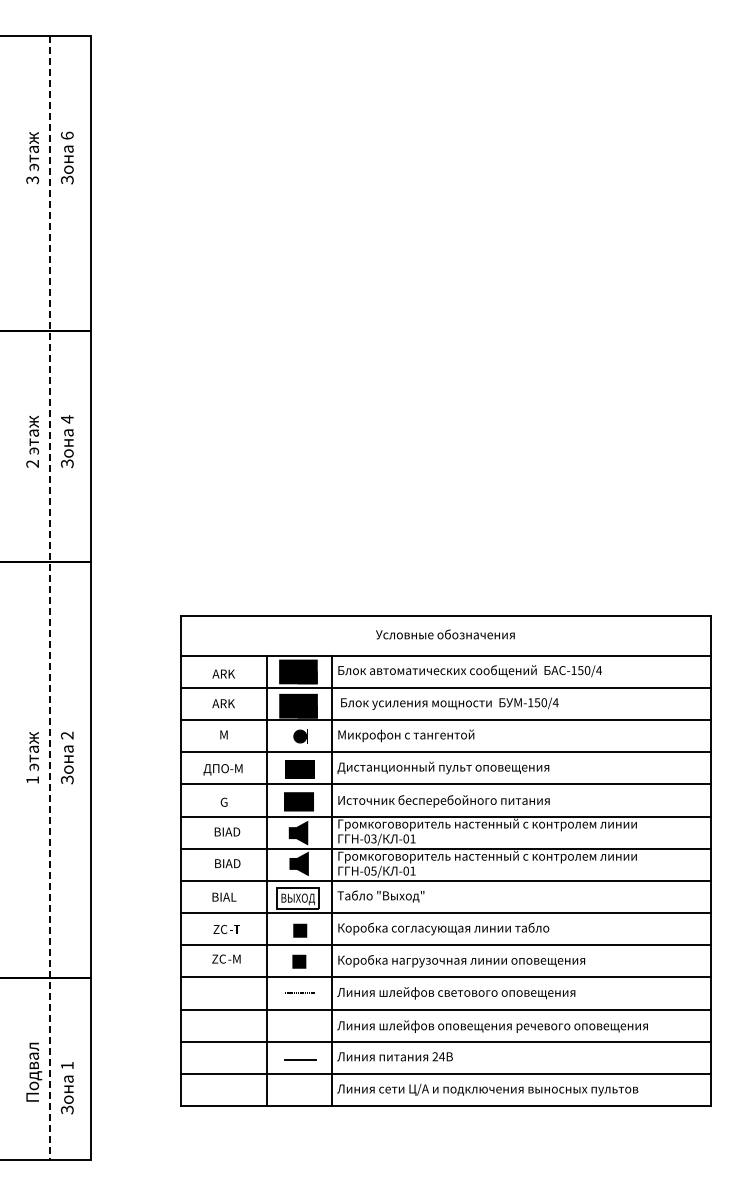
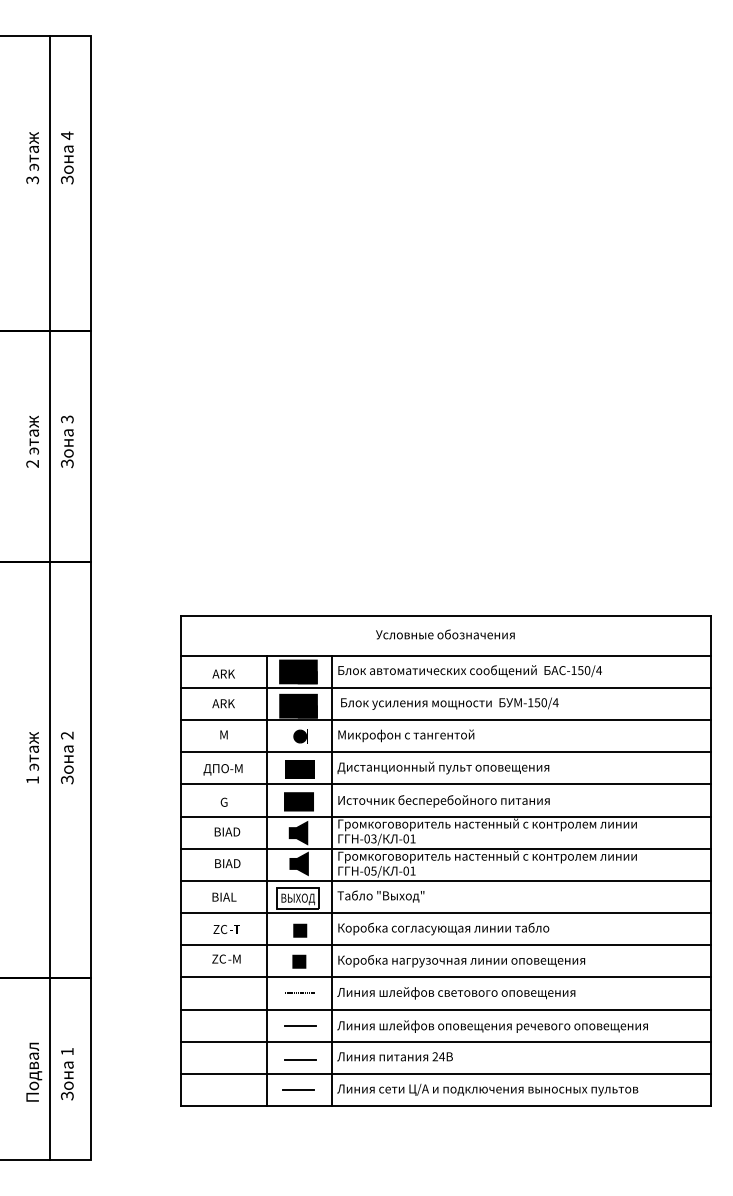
text at (67, 135): 6 -> 4
text at (66, 419): 4 -> 3
line at (50, 598): dashed -> solid
line at (299, 1026): none -> present
text at (67, 1088) position: (67, 1088) -> (67, 1074)
line at (297, 1090): none -> present
